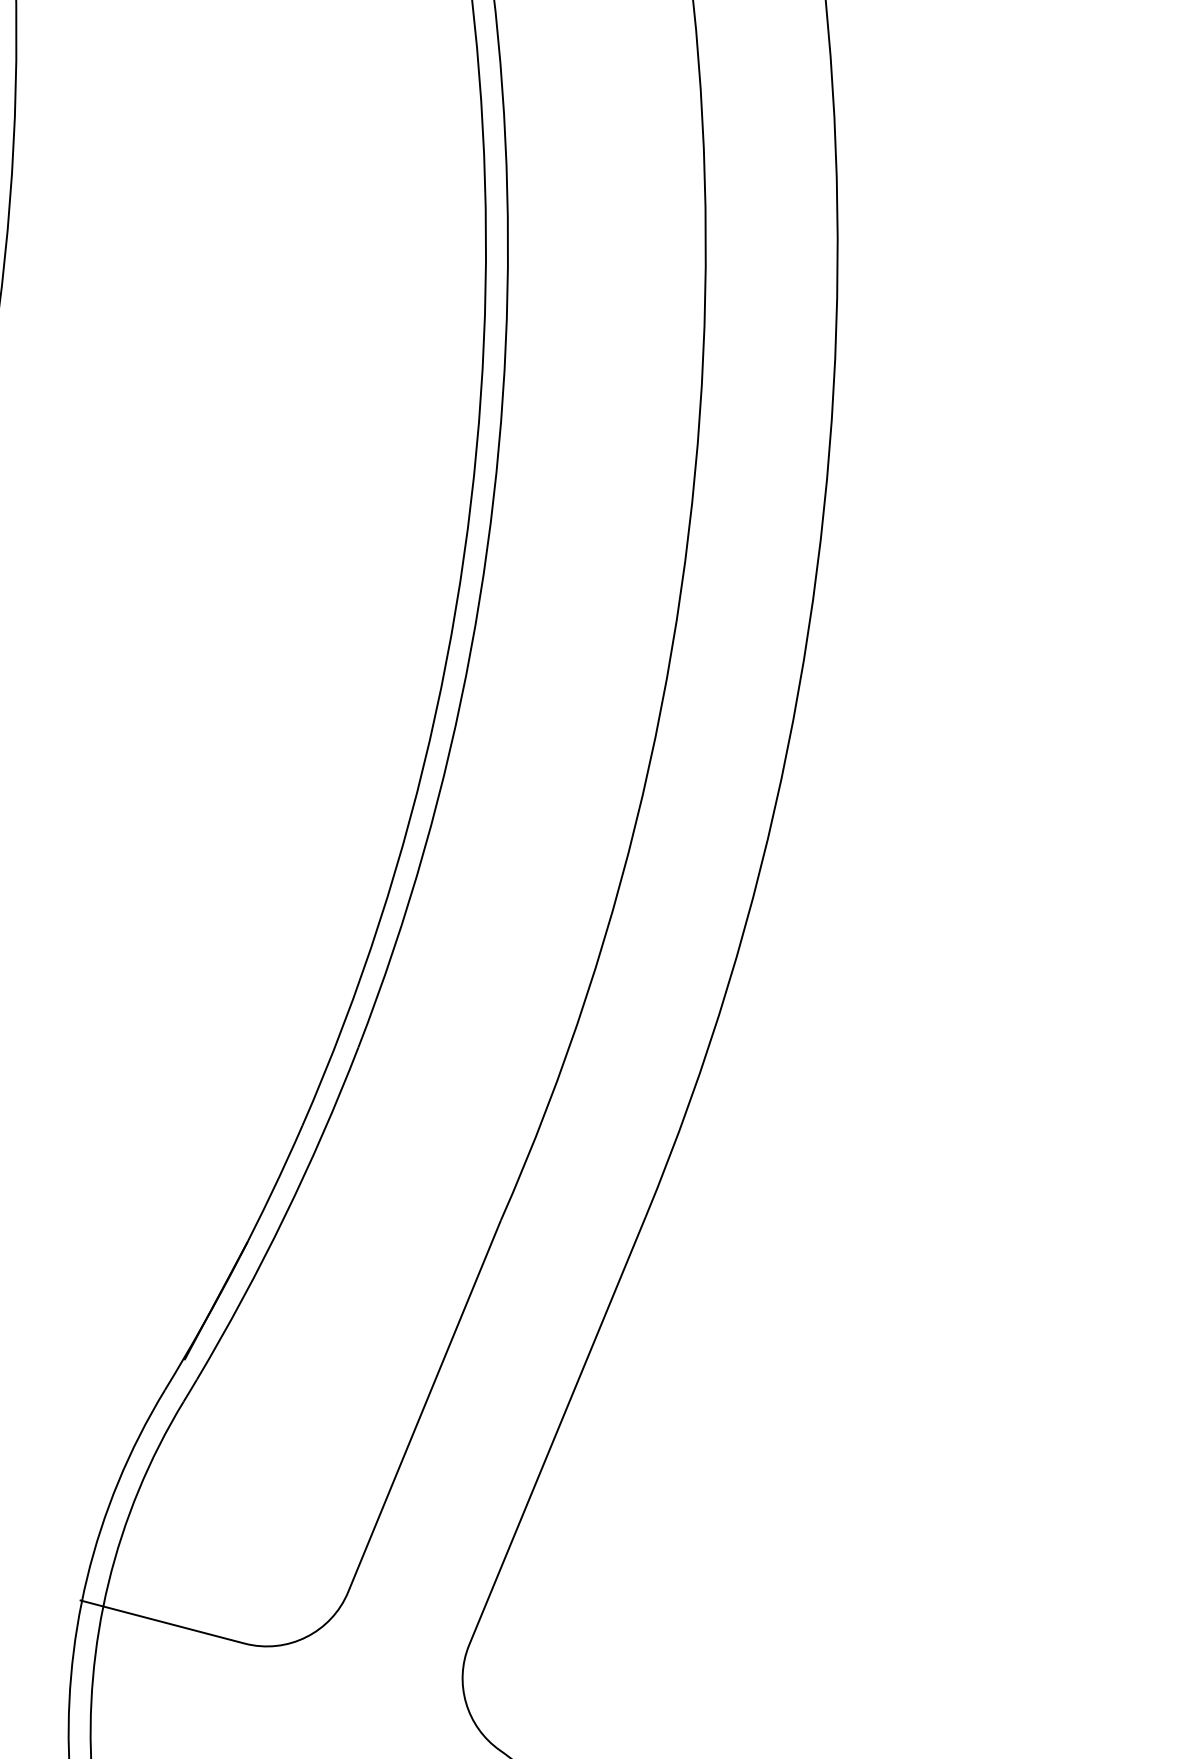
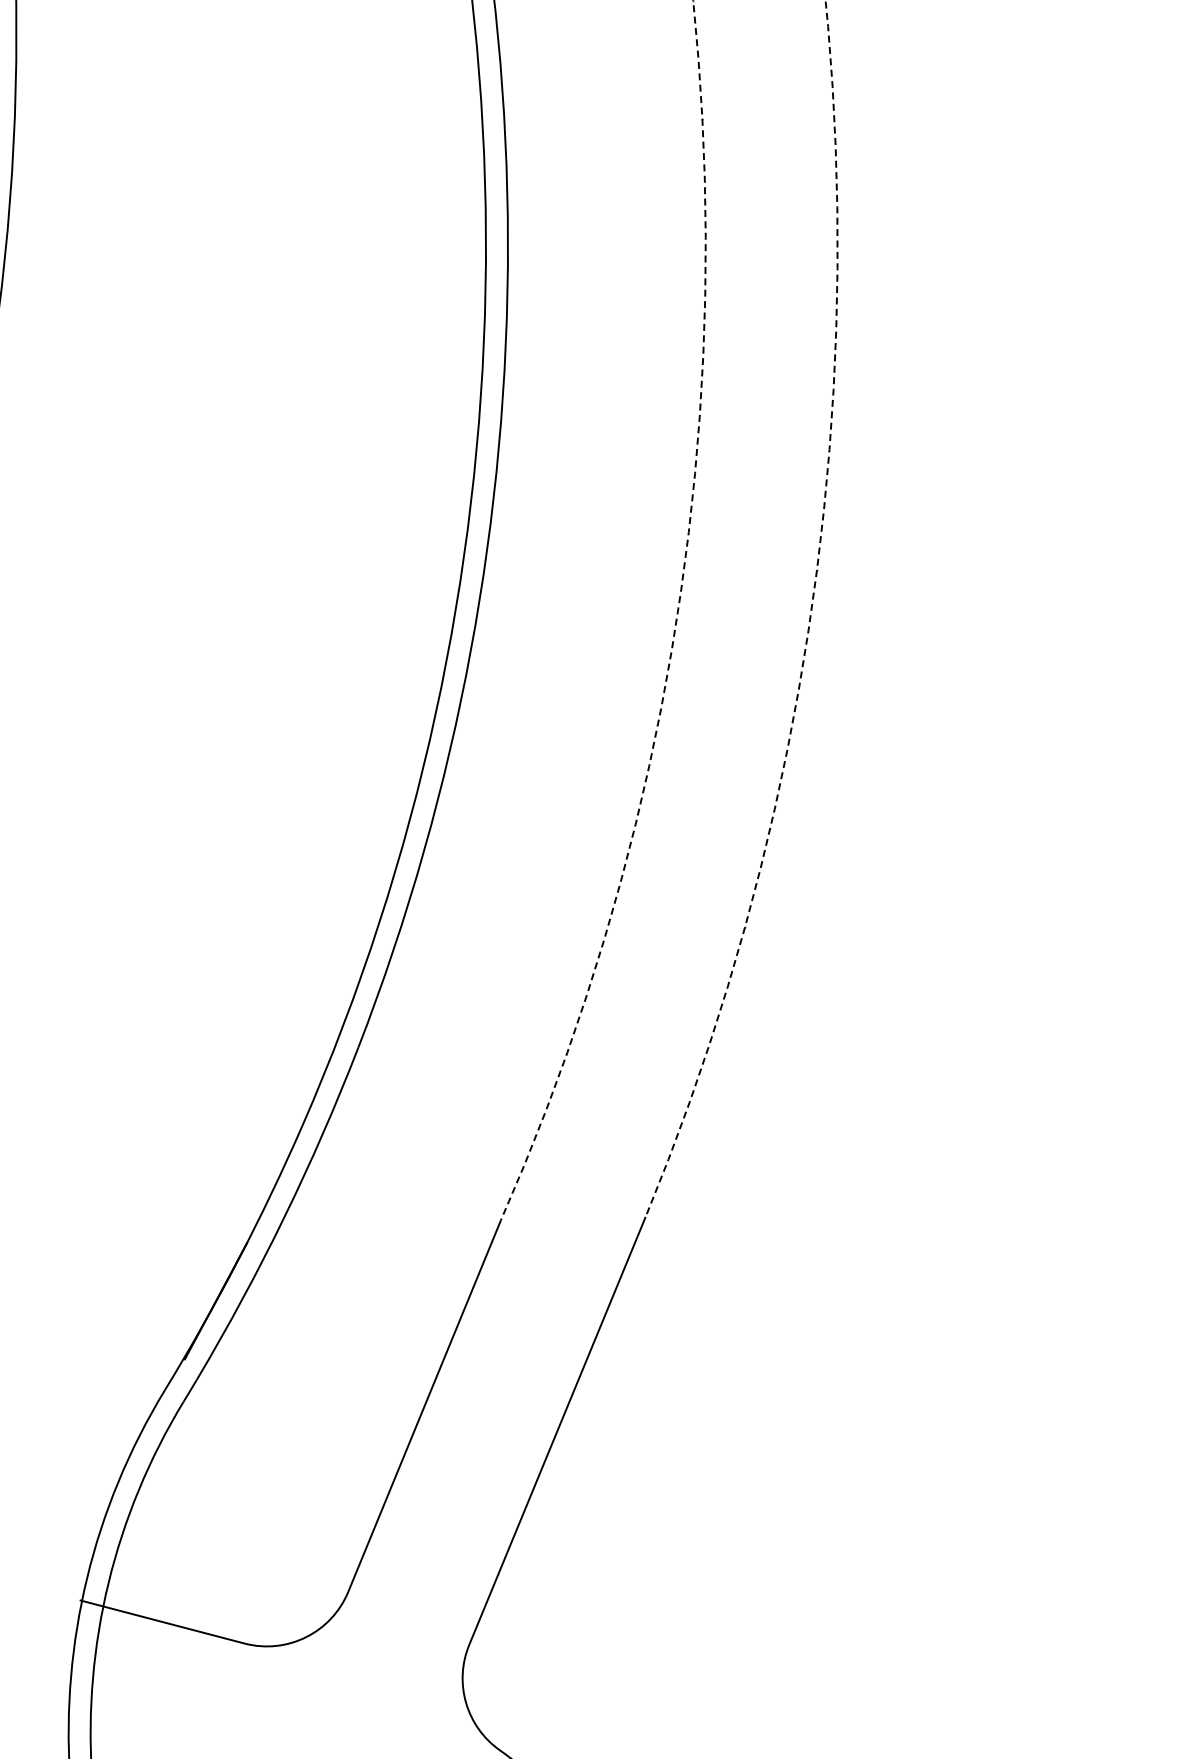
arc at (809, 620): solid -> dashed
arc at (676, 621): solid -> dashed
